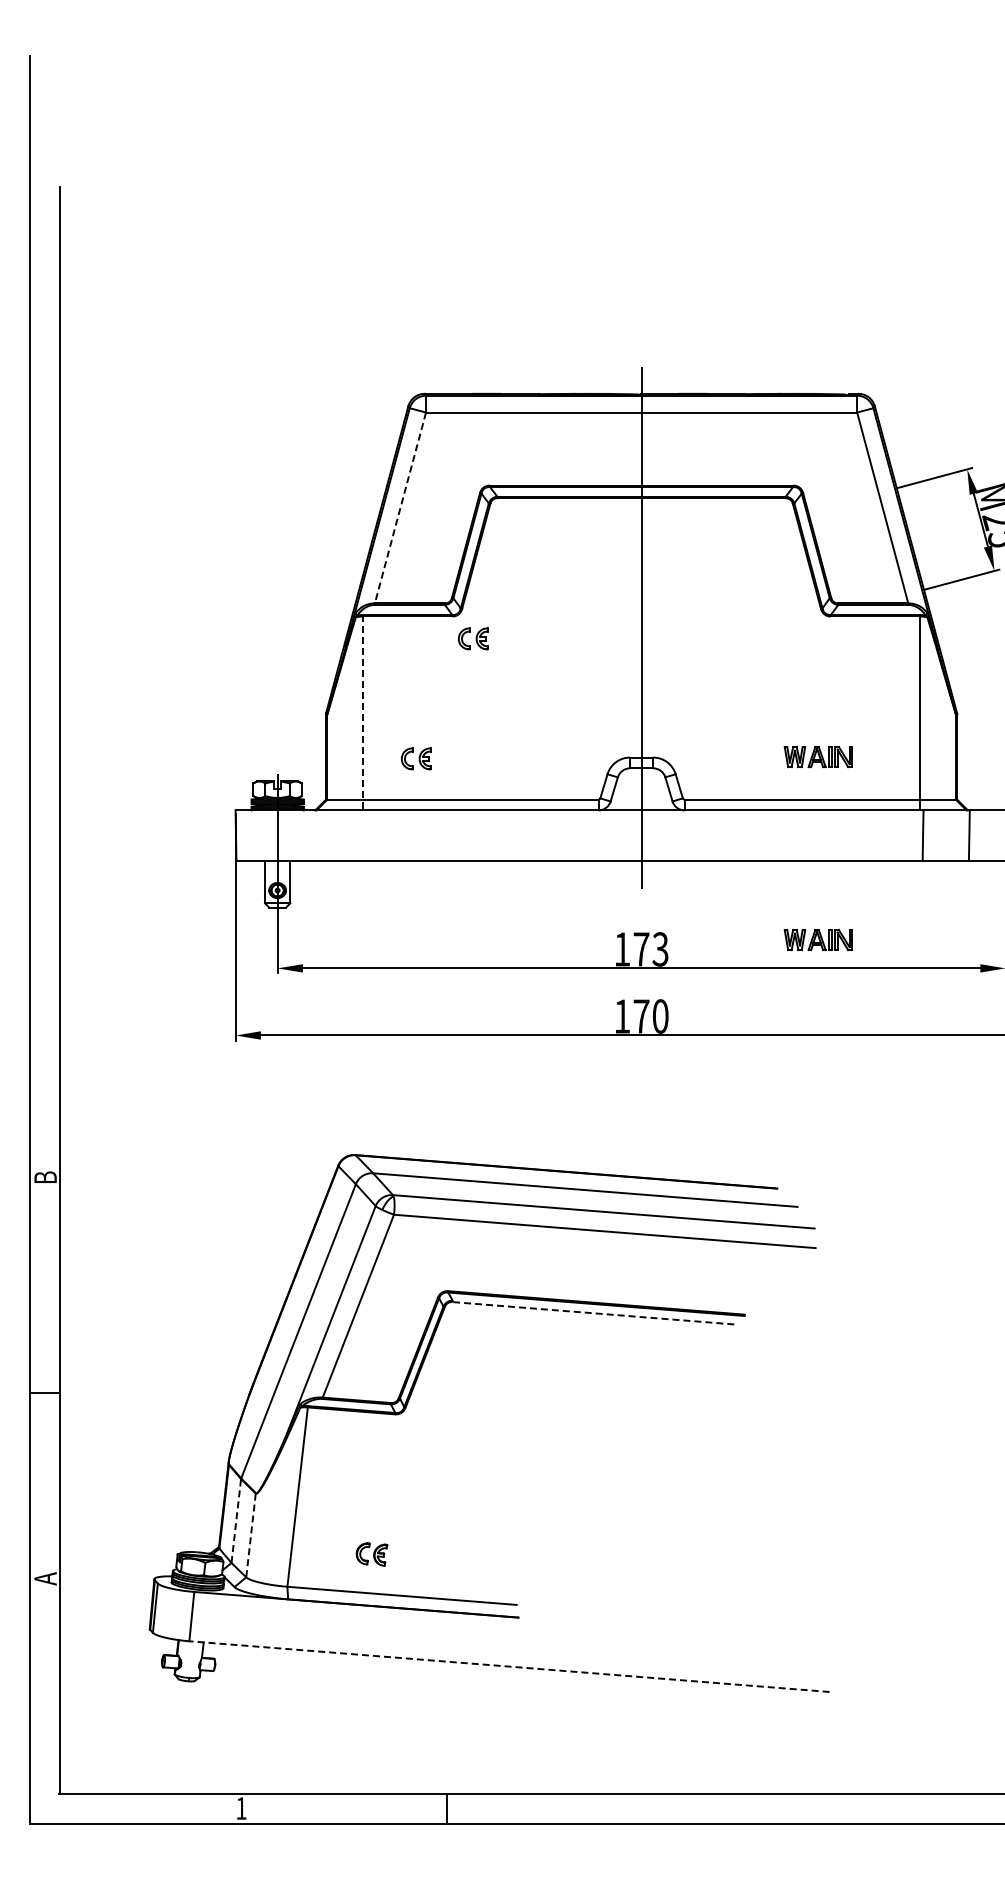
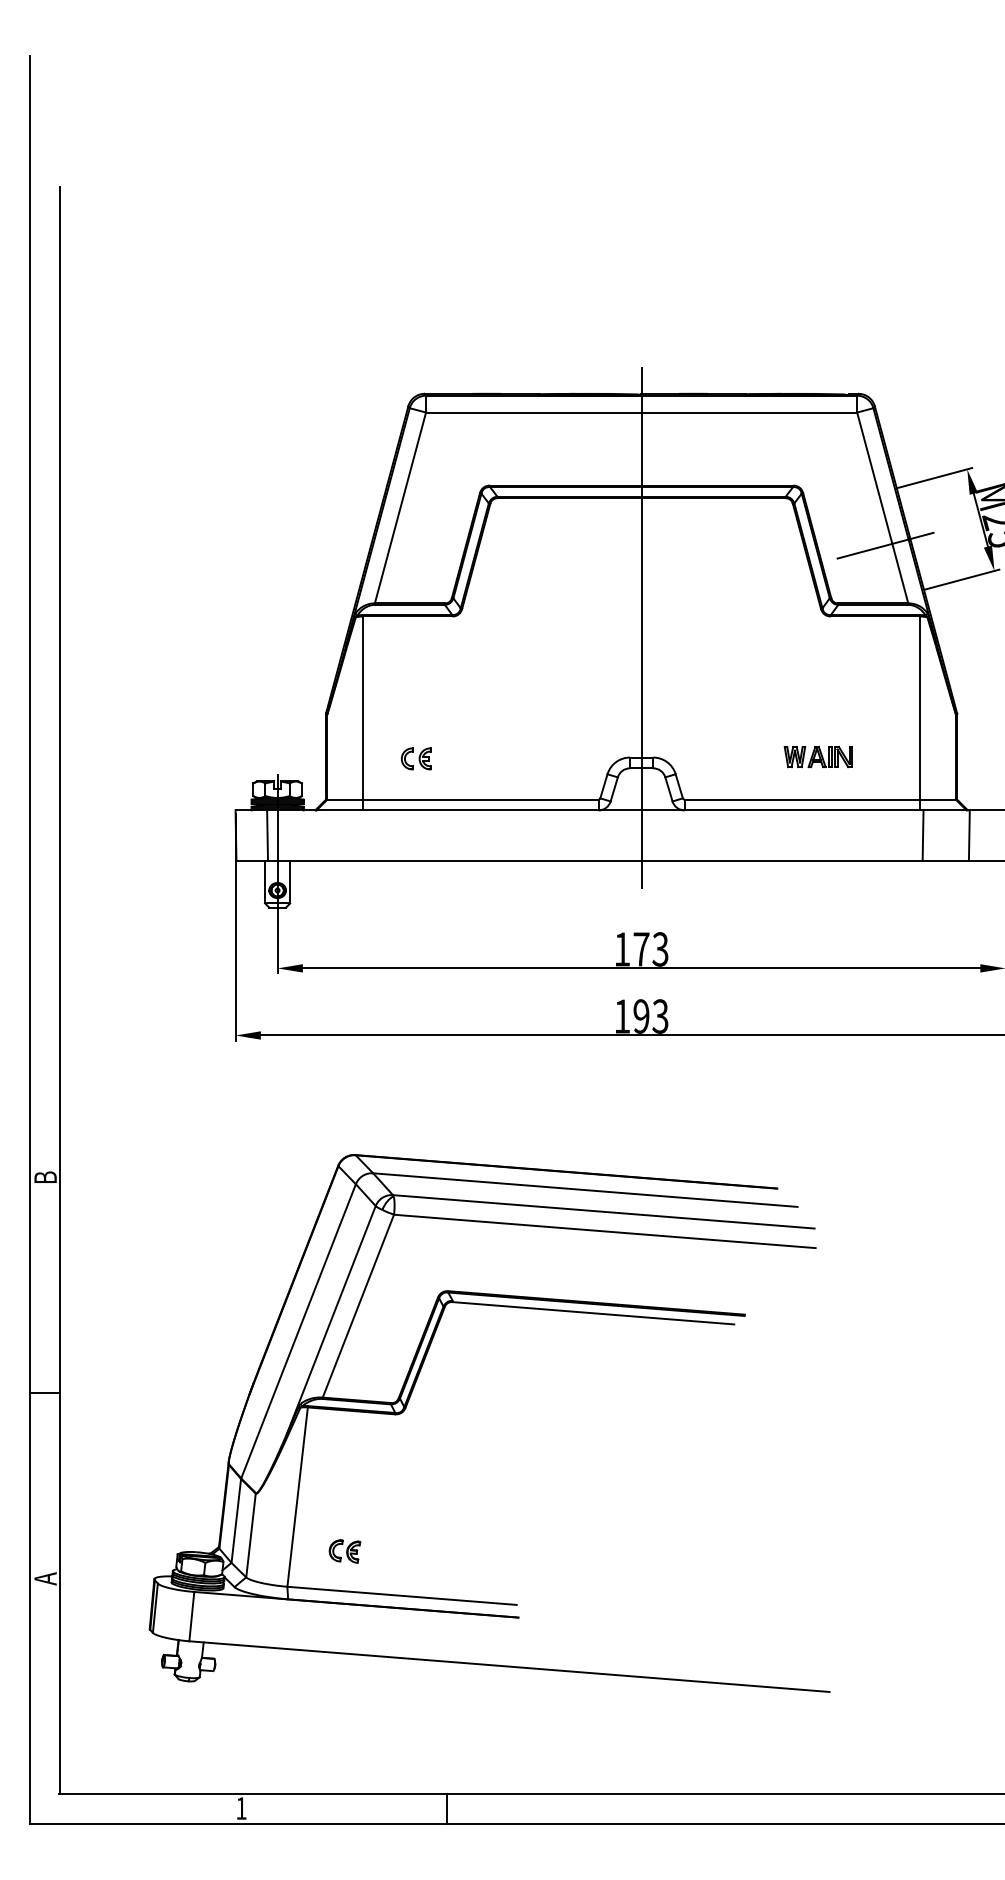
line at (400, 507): dashed -> solid
line at (885, 545): none -> present
part at (473, 638): present -> none
line at (363, 712): dashed -> solid
line at (267, 835): none -> present
part at (817, 940): present -> none
text at (650, 1016): 170 -> 193
line at (592, 1313): dashed -> solid
line at (236, 1520): dashed -> solid
line at (250, 1535): dashed -> solid
part at (371, 1554) position: (371, 1554) -> (344, 1551)
line at (508, 1666): dashed -> solid
